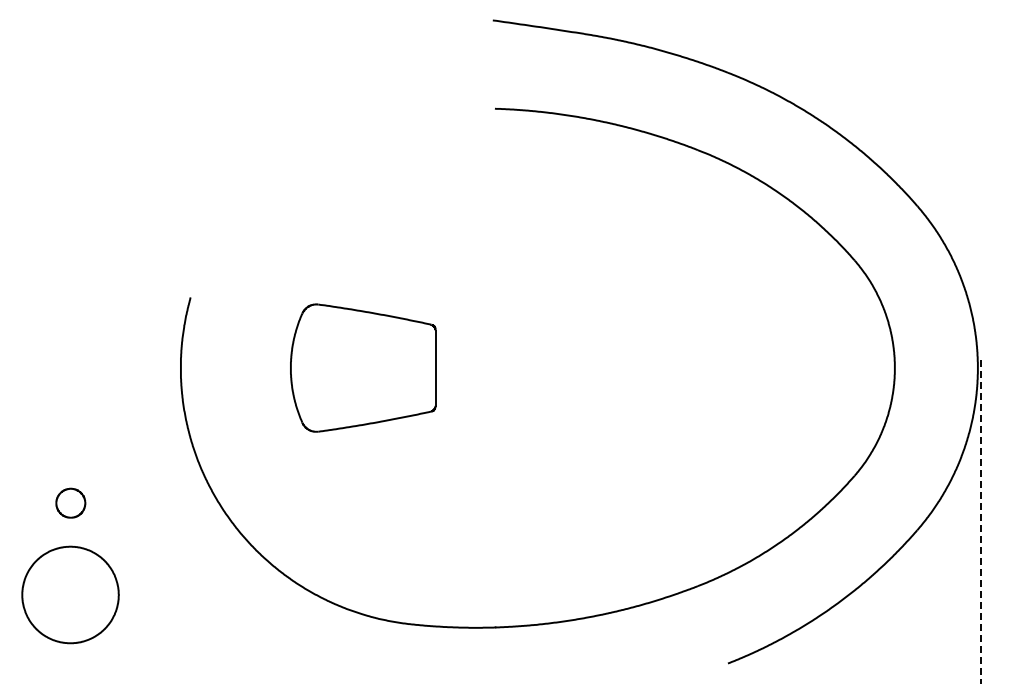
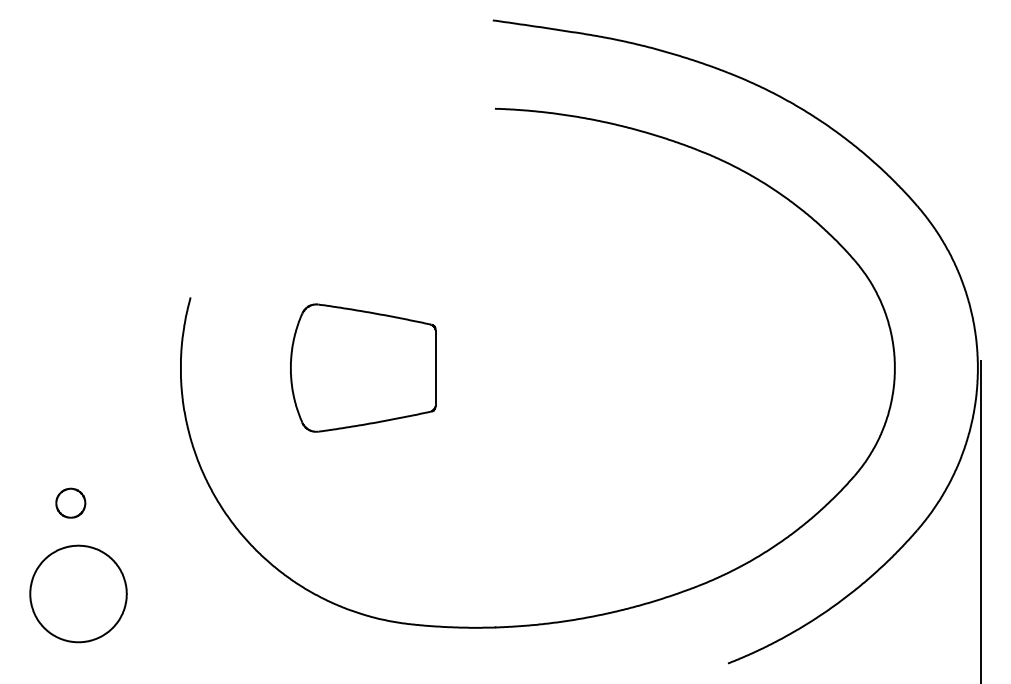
line at (980, 521): dashed -> solid
part at (70, 594) position: (70, 594) -> (78, 593)
